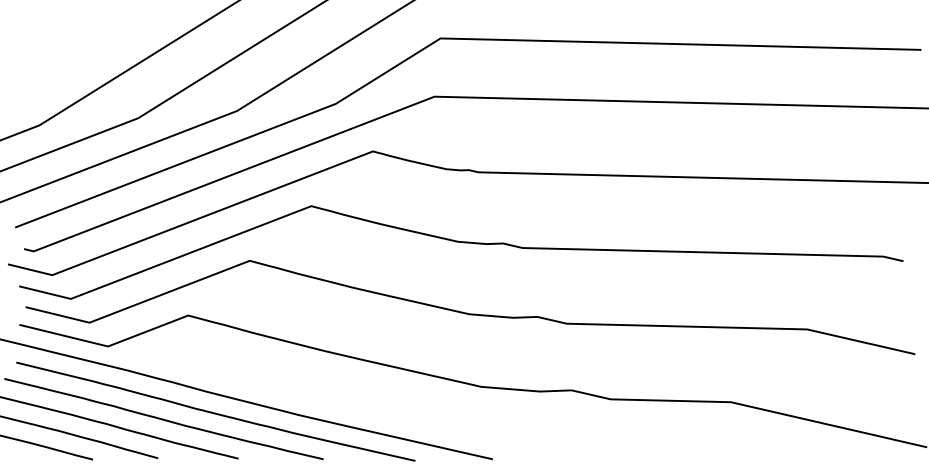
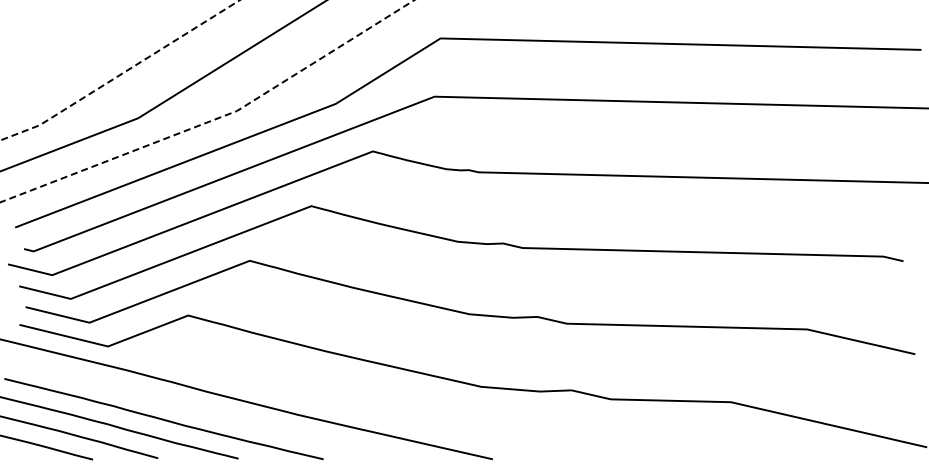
line at (121, 74): solid -> dashed
line at (216, 118): solid -> dashed
curve at (215, 412): present -> none
